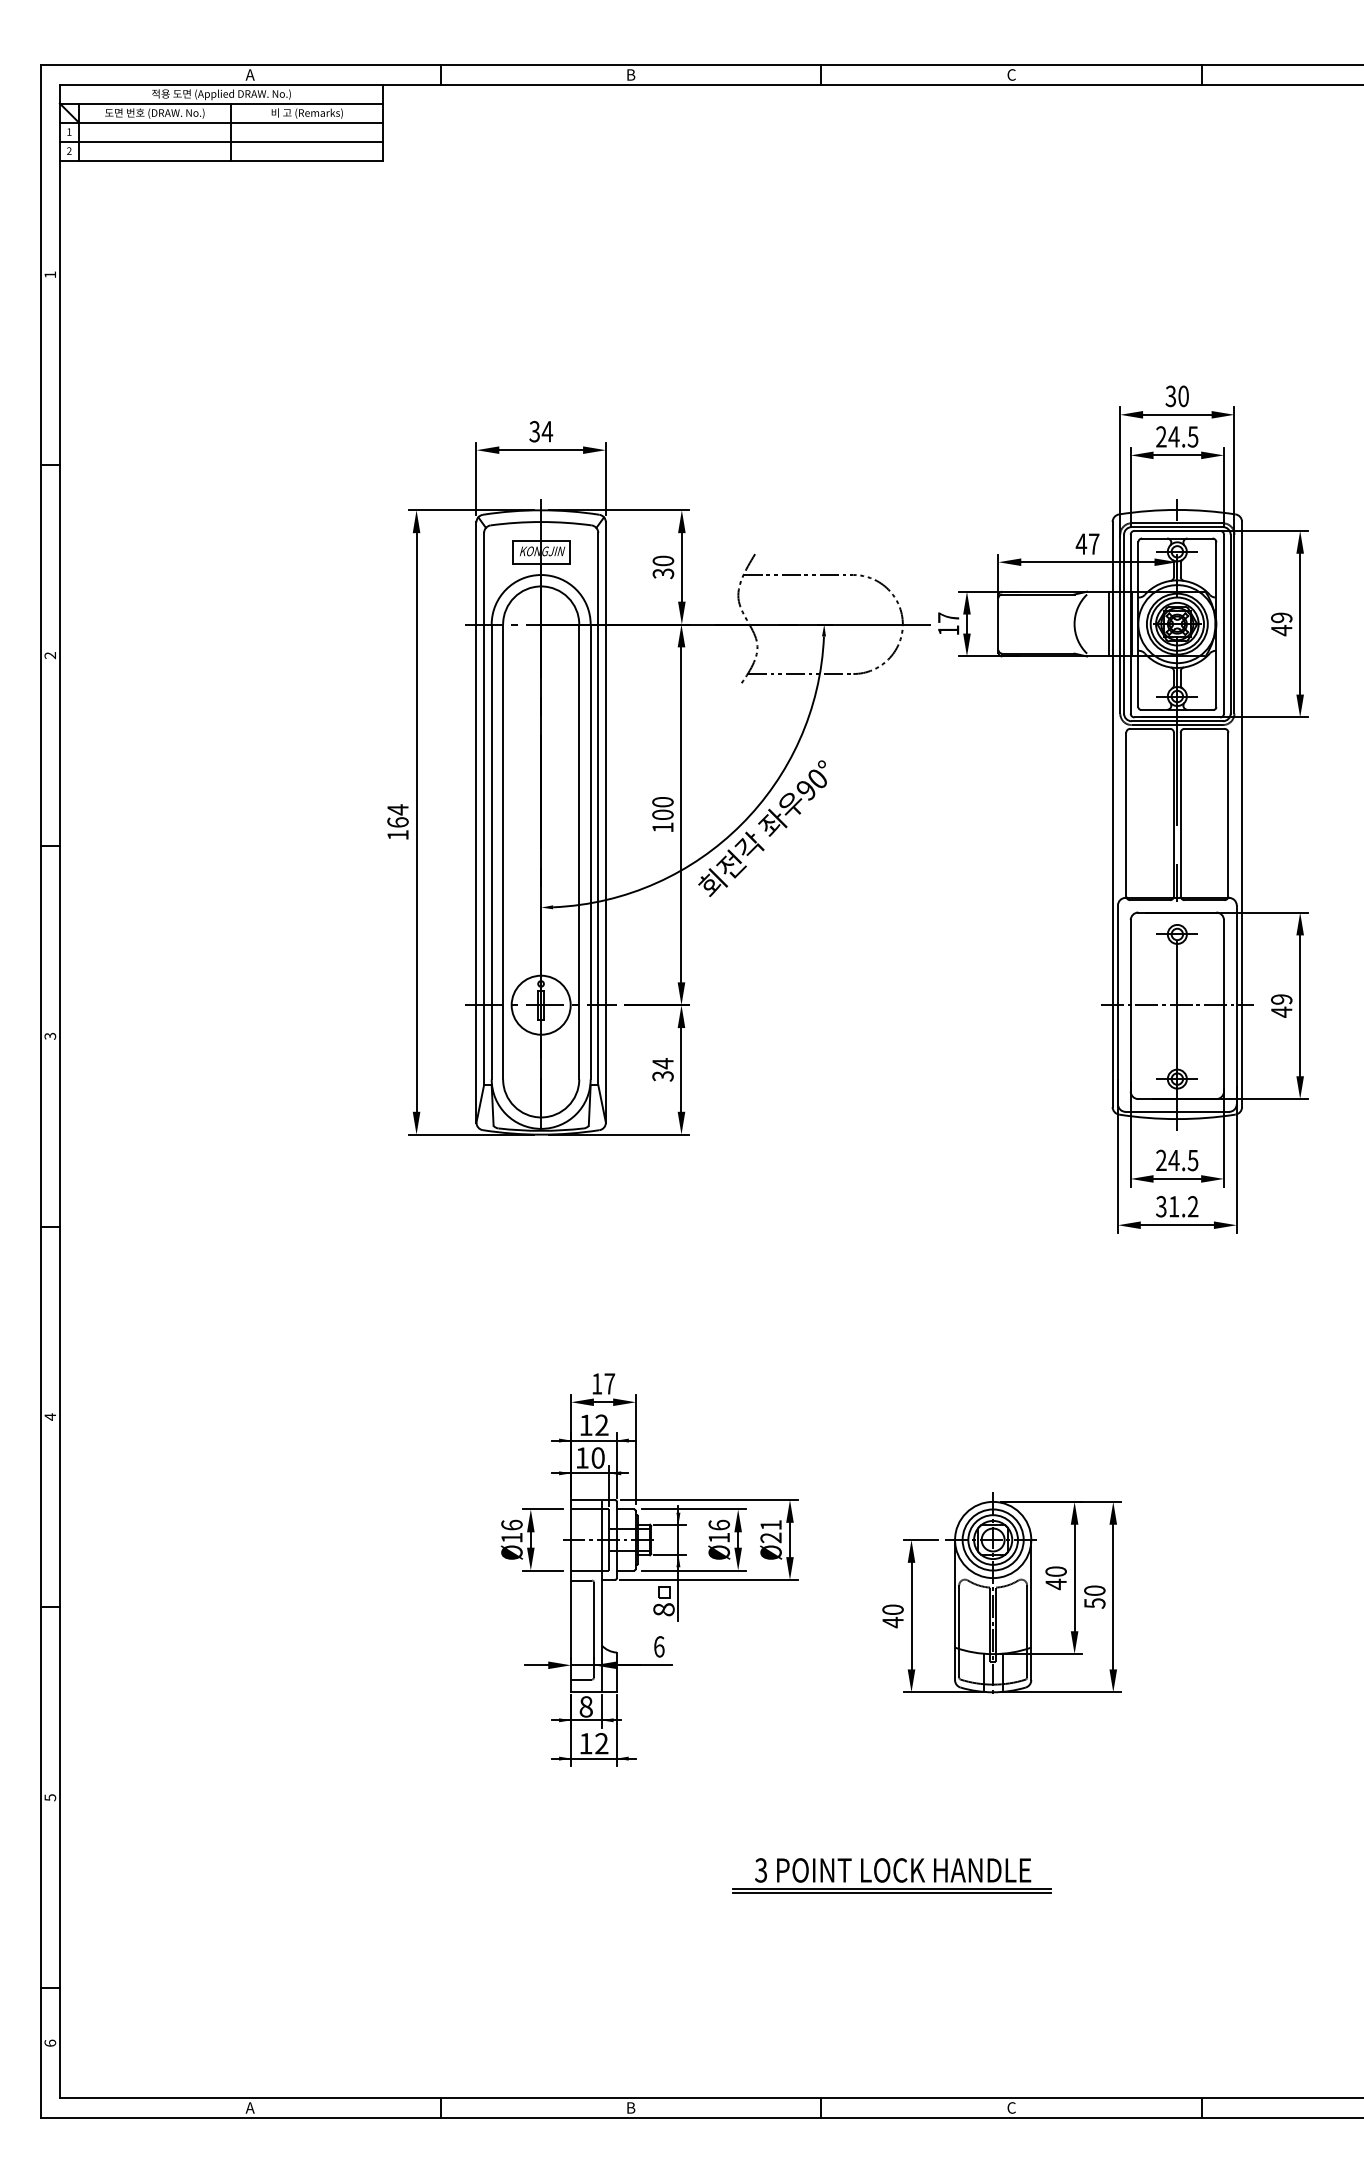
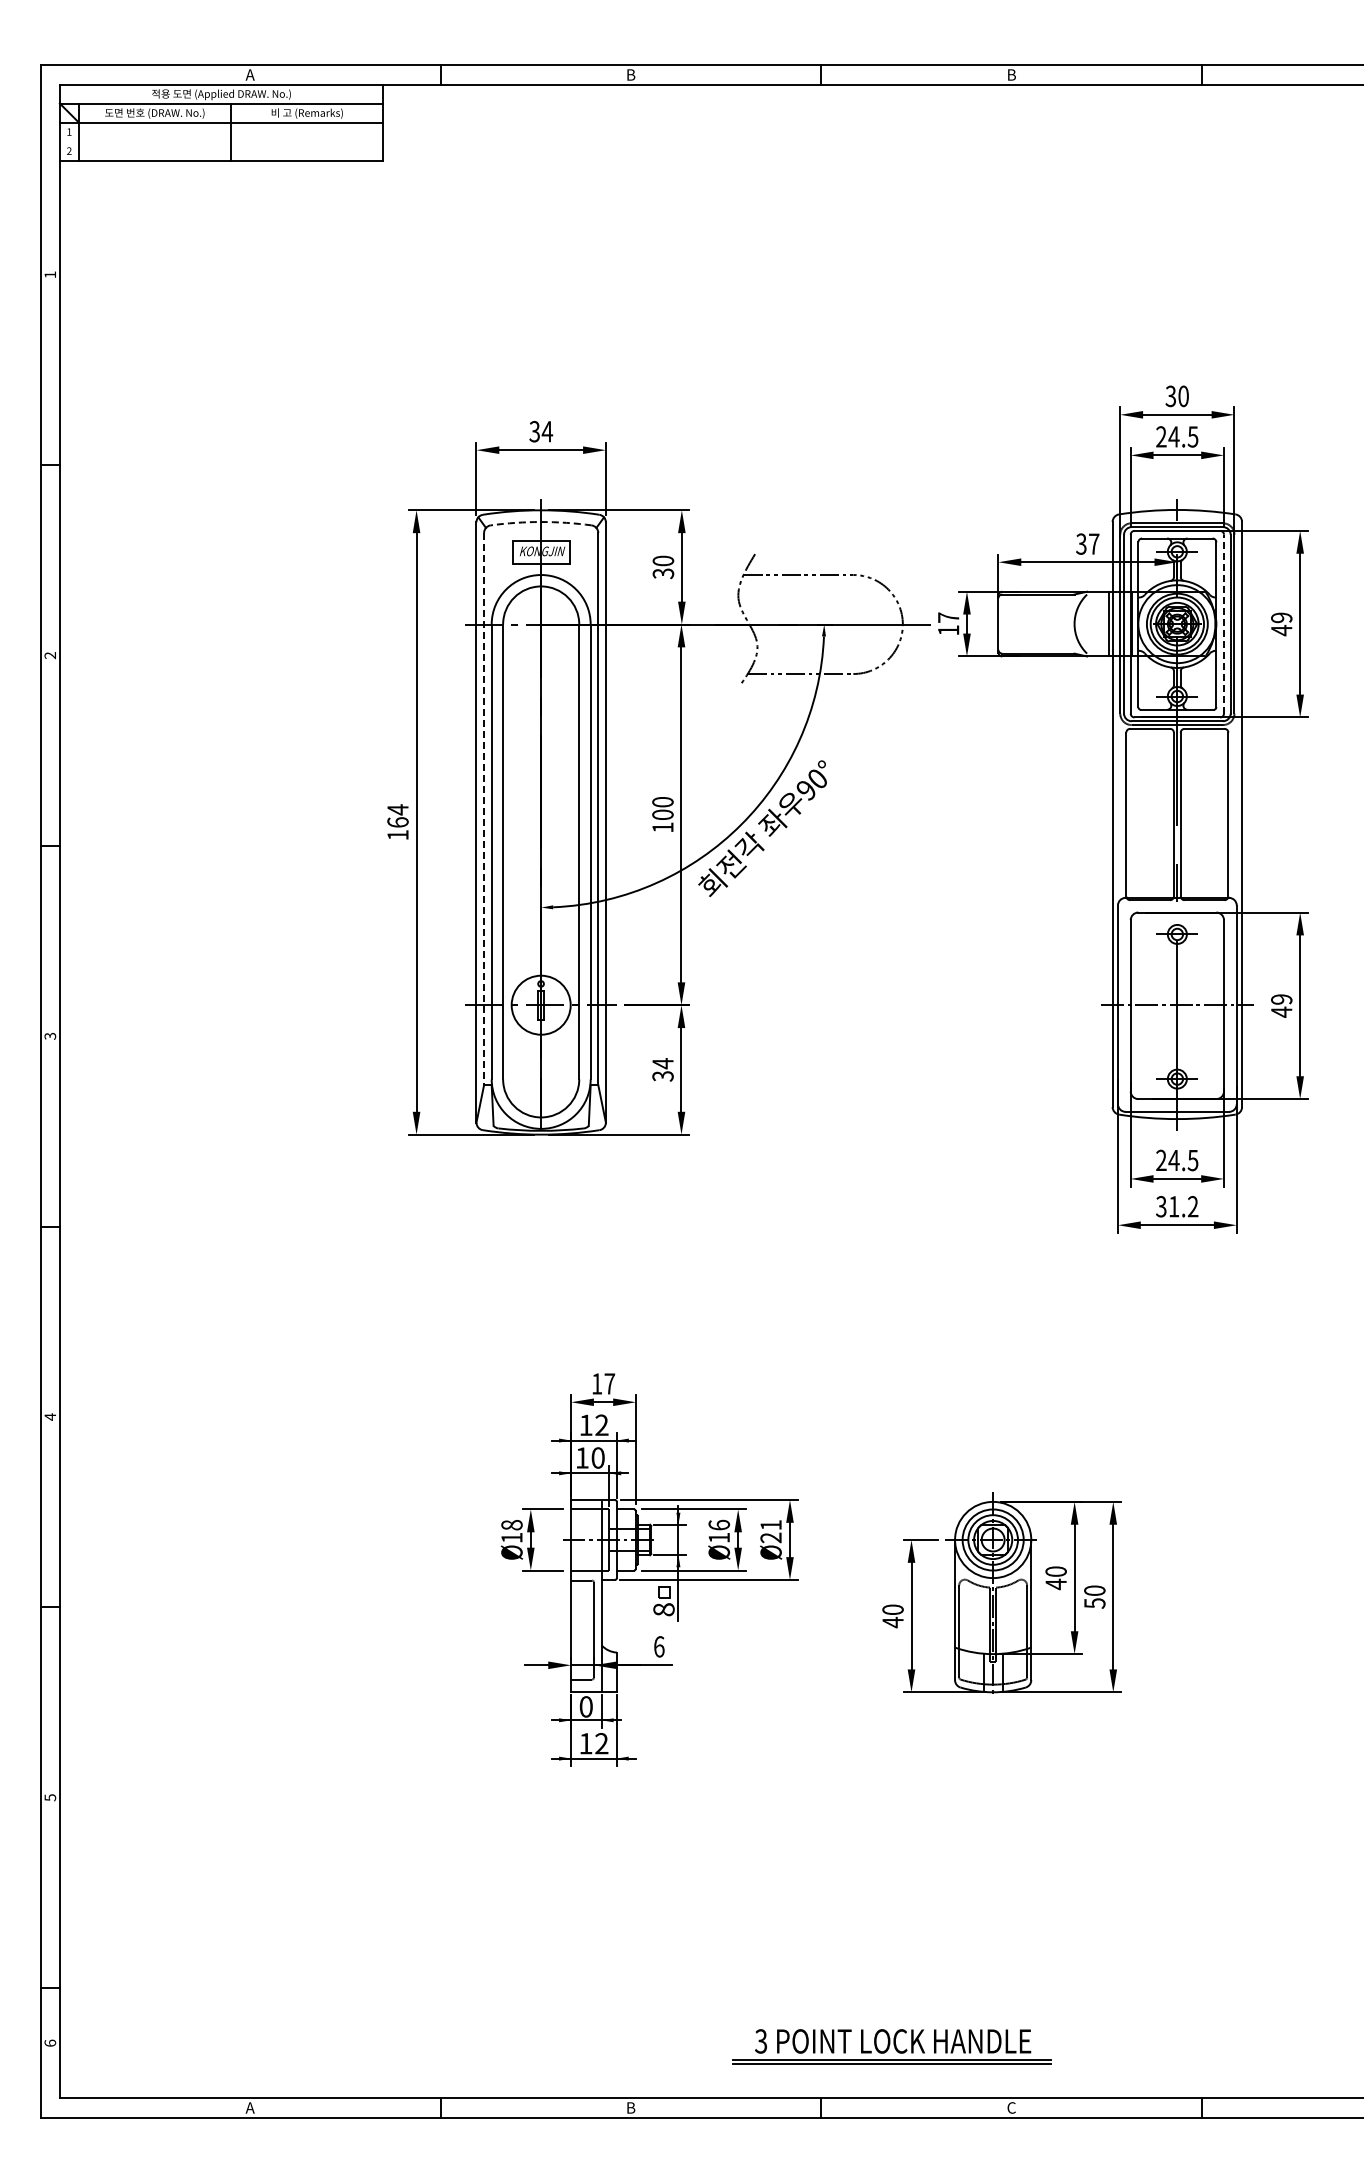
text at (1011, 74): C -> B
line at (221, 141): present -> none
arc at (541, 522): solid -> dashed
text at (1081, 543): 47 -> 37
line at (1223, 623): solid -> dashed
line at (484, 809): solid -> dashed
text at (511, 1524): Ø16 -> Ø18
text at (585, 1706): 8 -> 0
part at (891, 1875) position: (891, 1875) -> (891, 2046)
